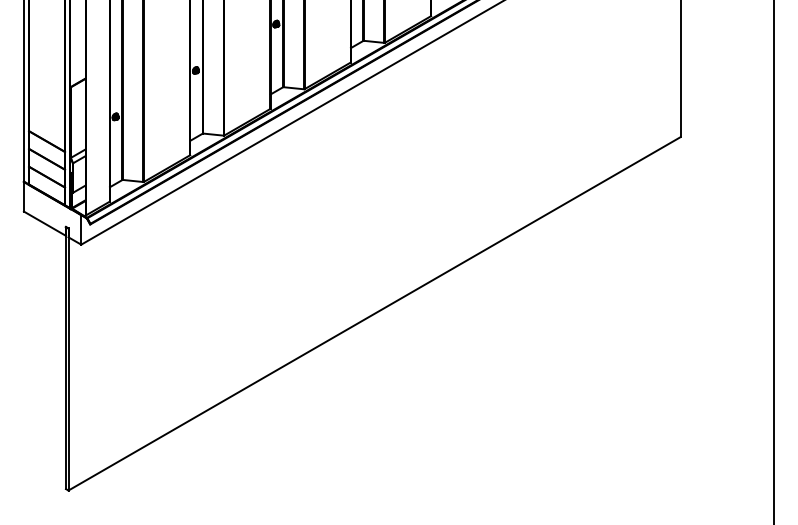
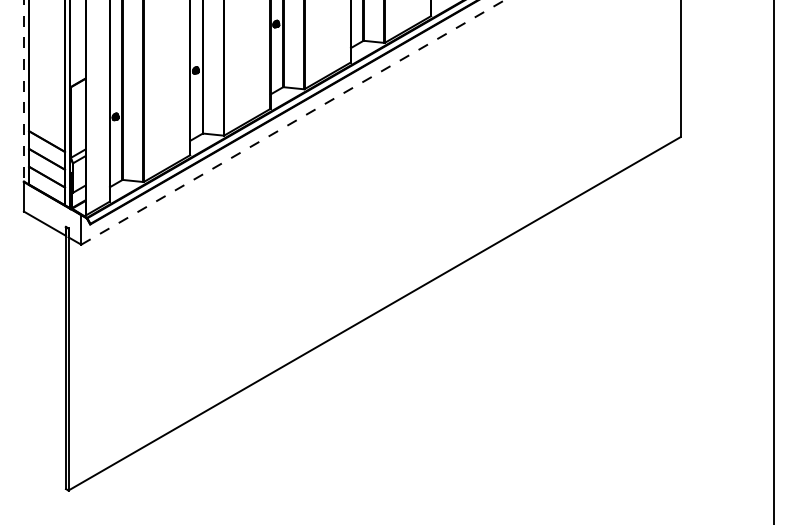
line at (23, 91): solid -> dashed
line at (293, 122): solid -> dashed
